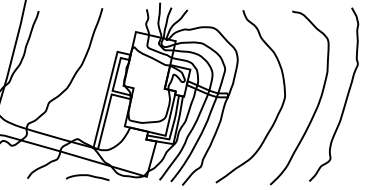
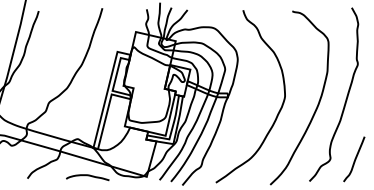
curve at (354, 159): none -> present
